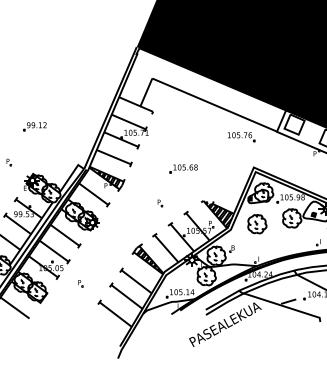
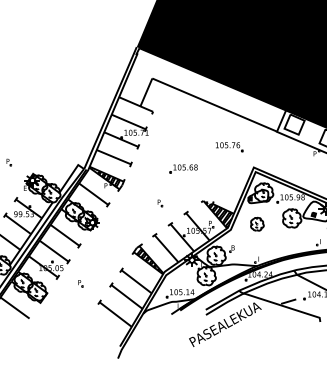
part at (34, 126): present -> none
part at (241, 137) position: (241, 137) -> (229, 147)
part at (257, 224) size: 21x21 px -> 15x16 px
